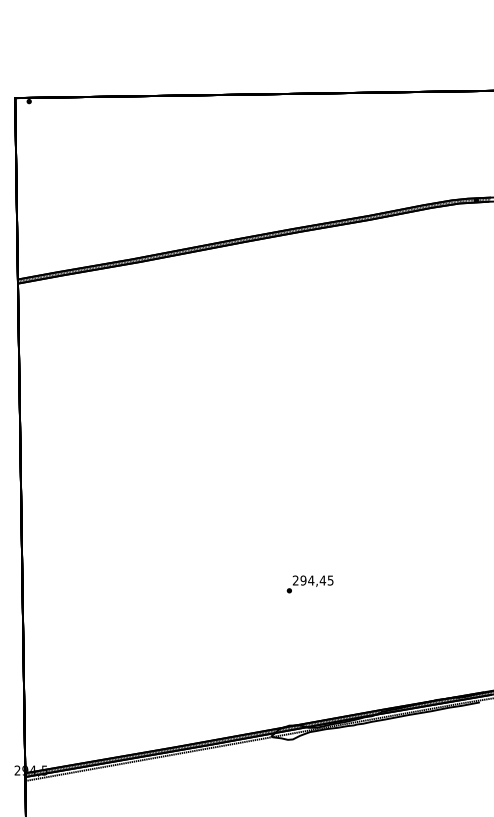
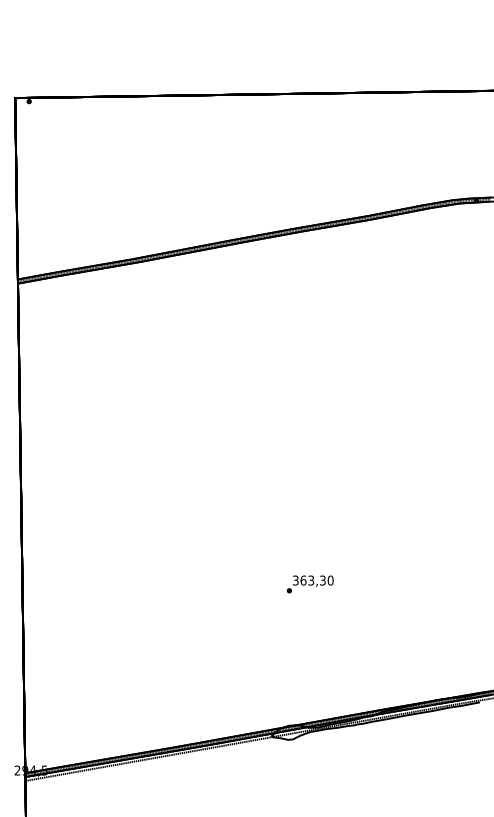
text at (312, 580): 294,45 -> 363,30
